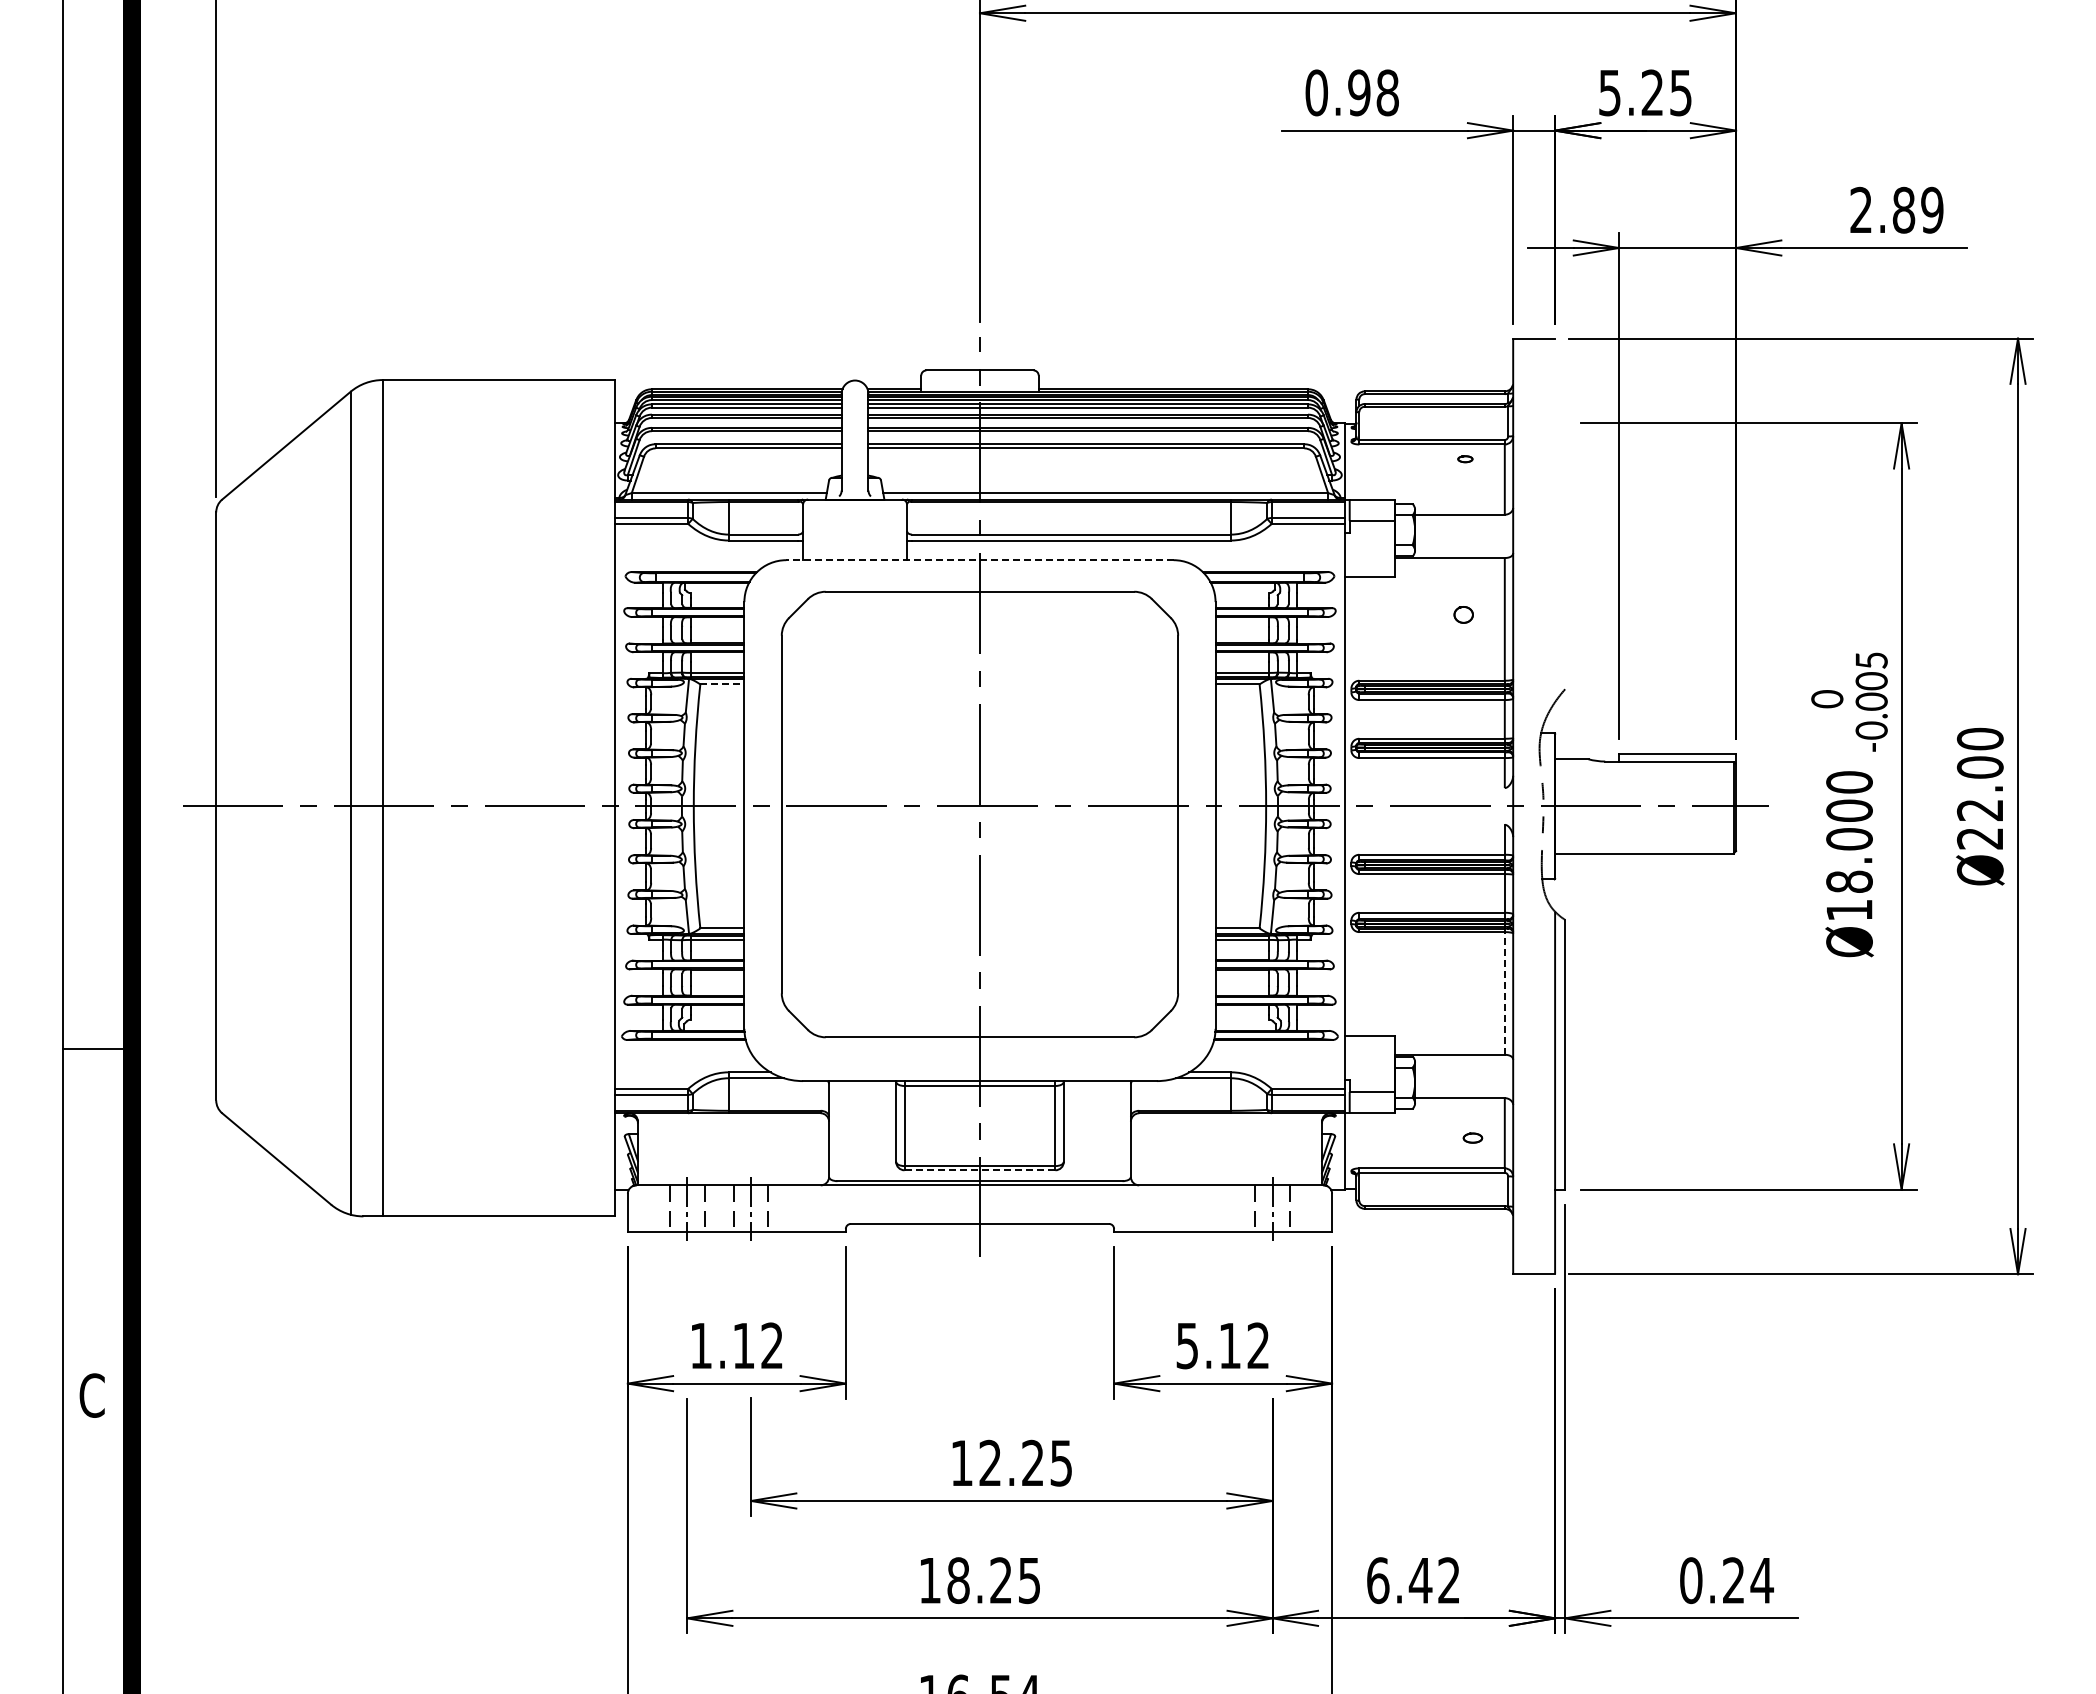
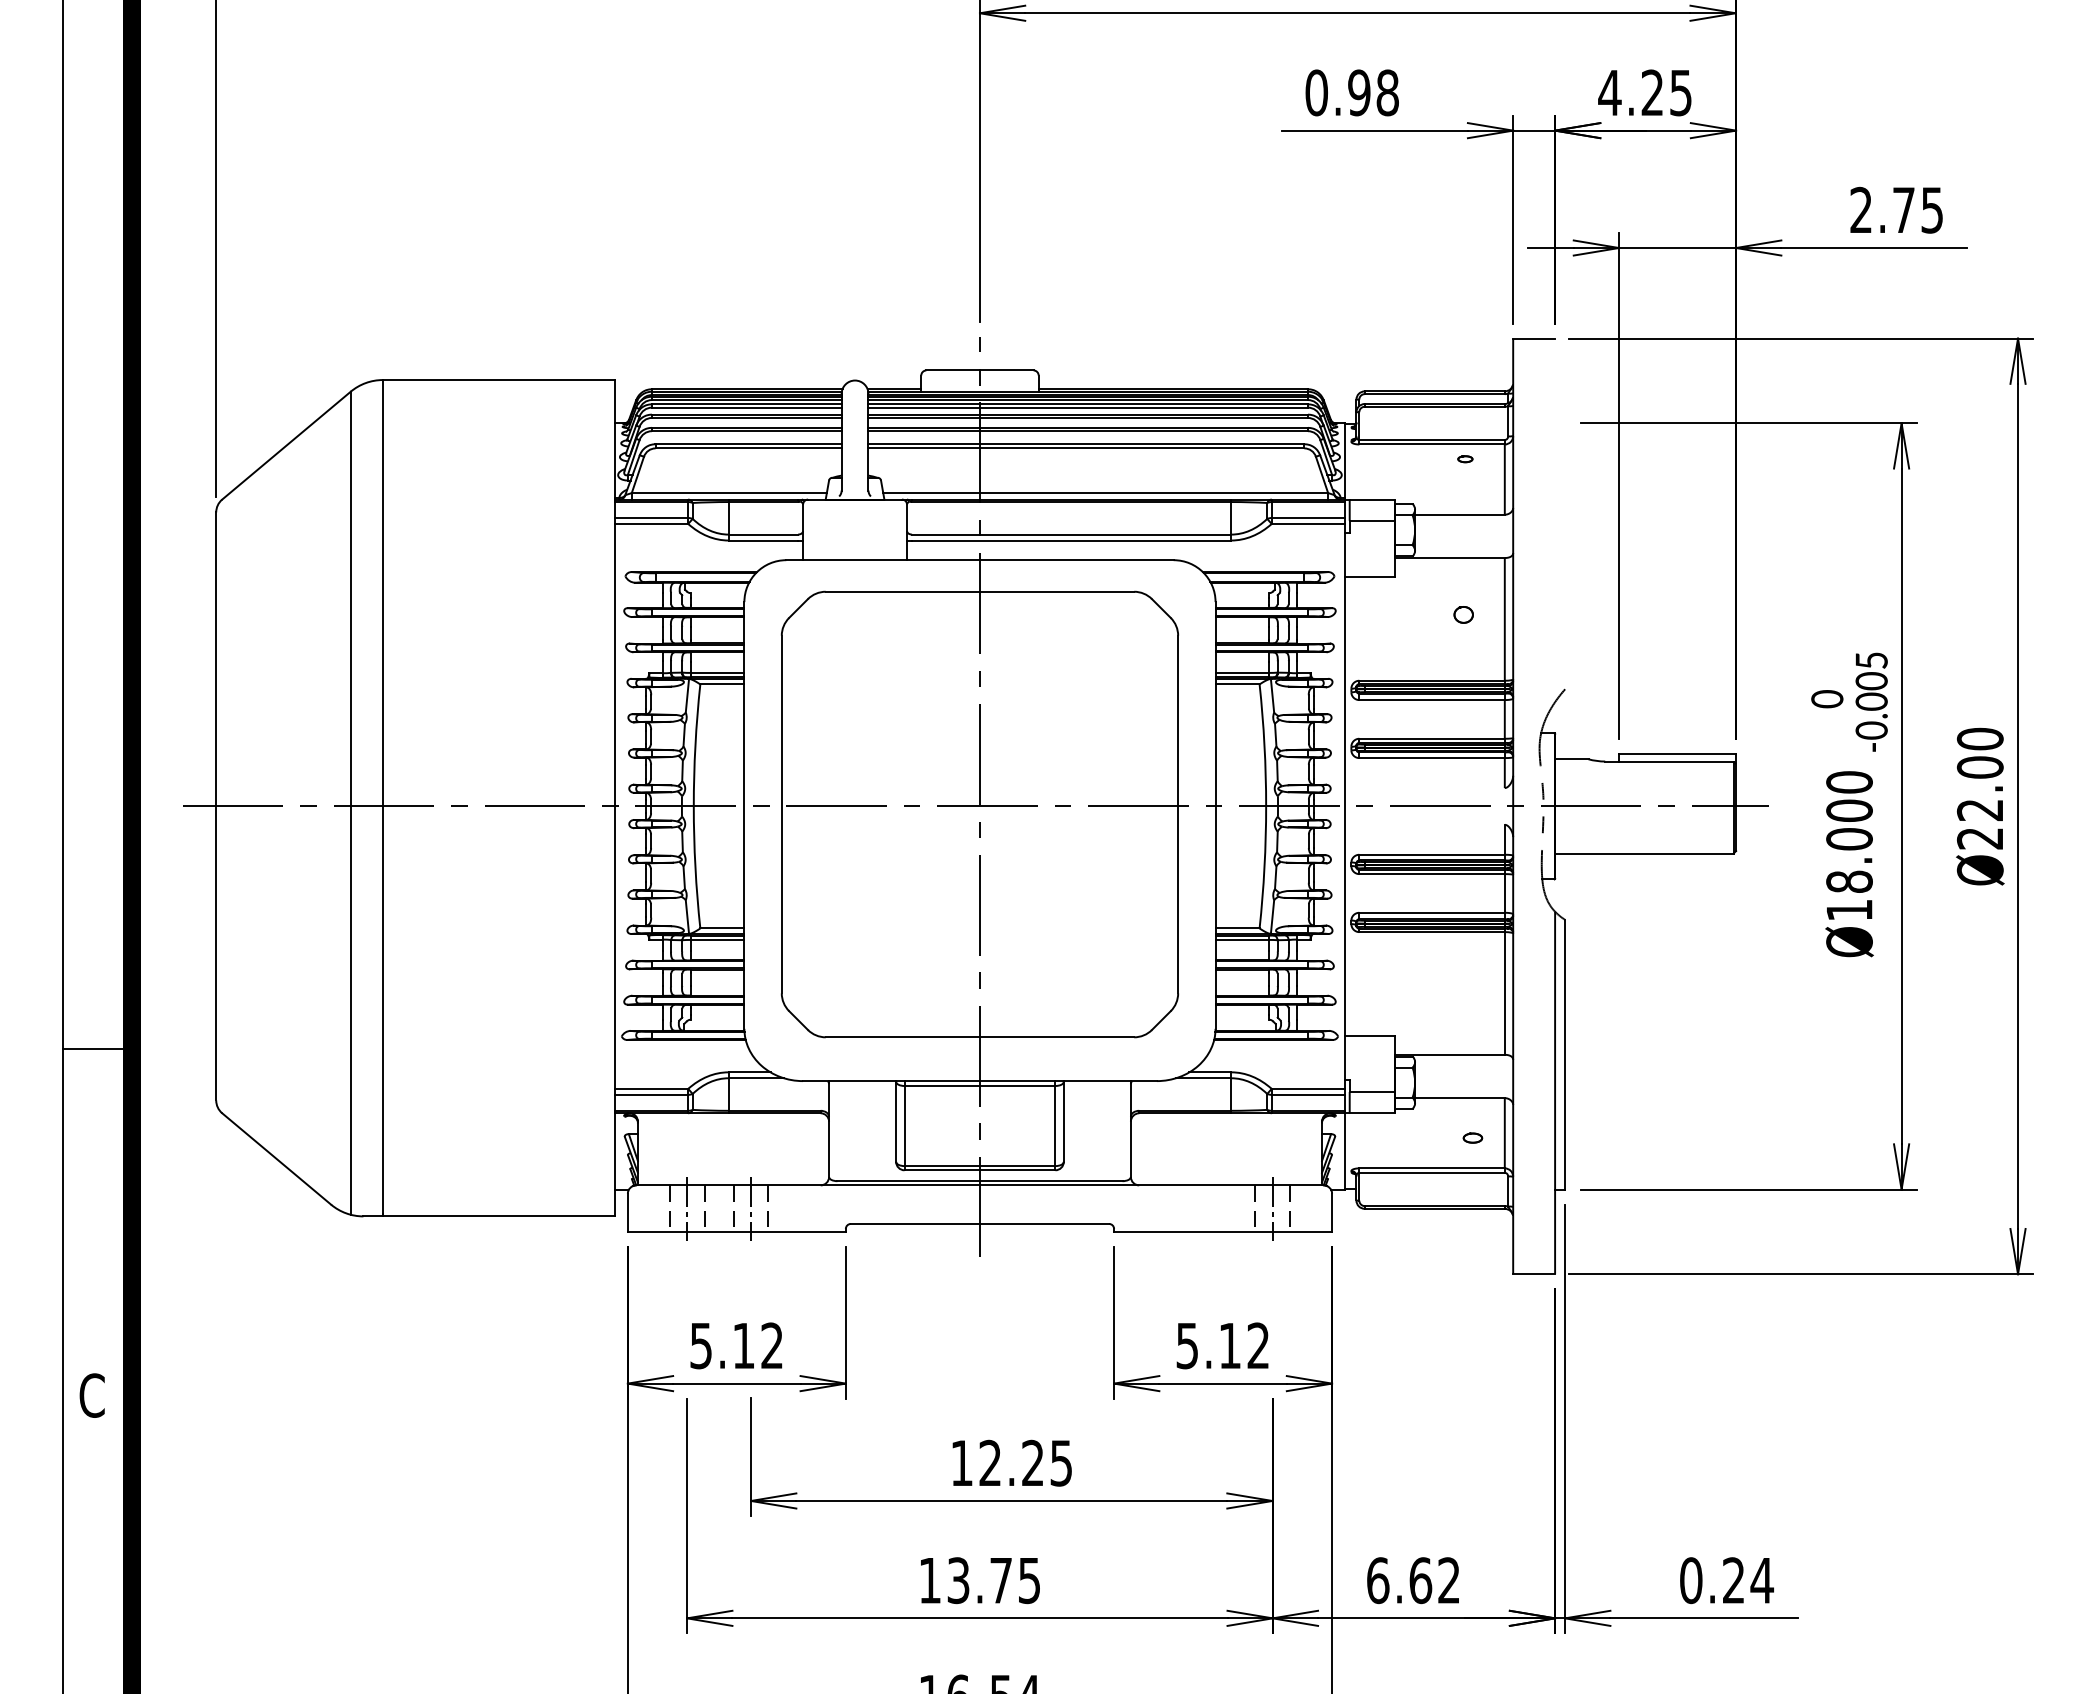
text at (1609, 93): 5.25 -> 4.25
text at (1917, 209): 2.89 -> 2.75
line at (979, 560): dashed -> solid
line at (722, 684): dashed -> solid
line at (1504, 992): dashed -> solid
line at (980, 1170): dashed -> solid
text at (700, 1346): 1.12 -> 5.12
text at (979, 1580): 18.25 -> 13.75
text at (1420, 1580): 6.42 -> 6.62
